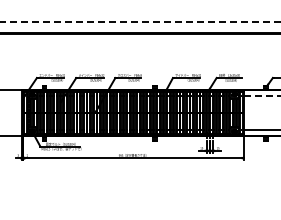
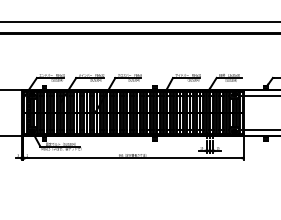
line at (140, 22): dashed -> solid
line at (262, 96): dashed -> solid
